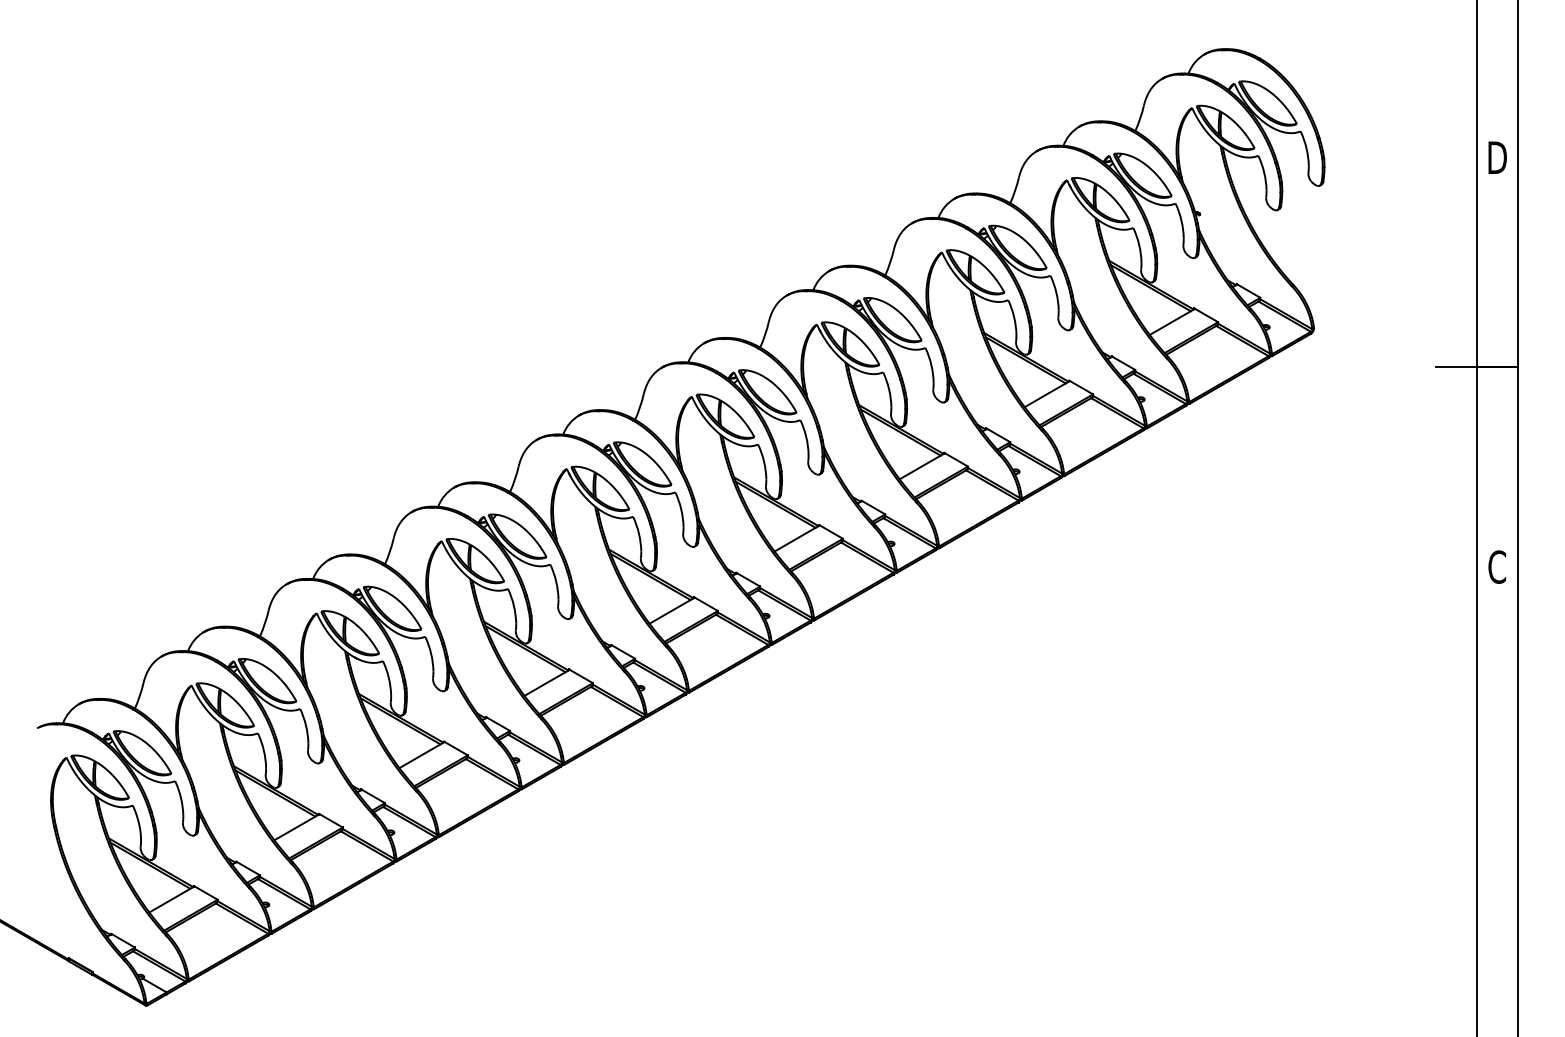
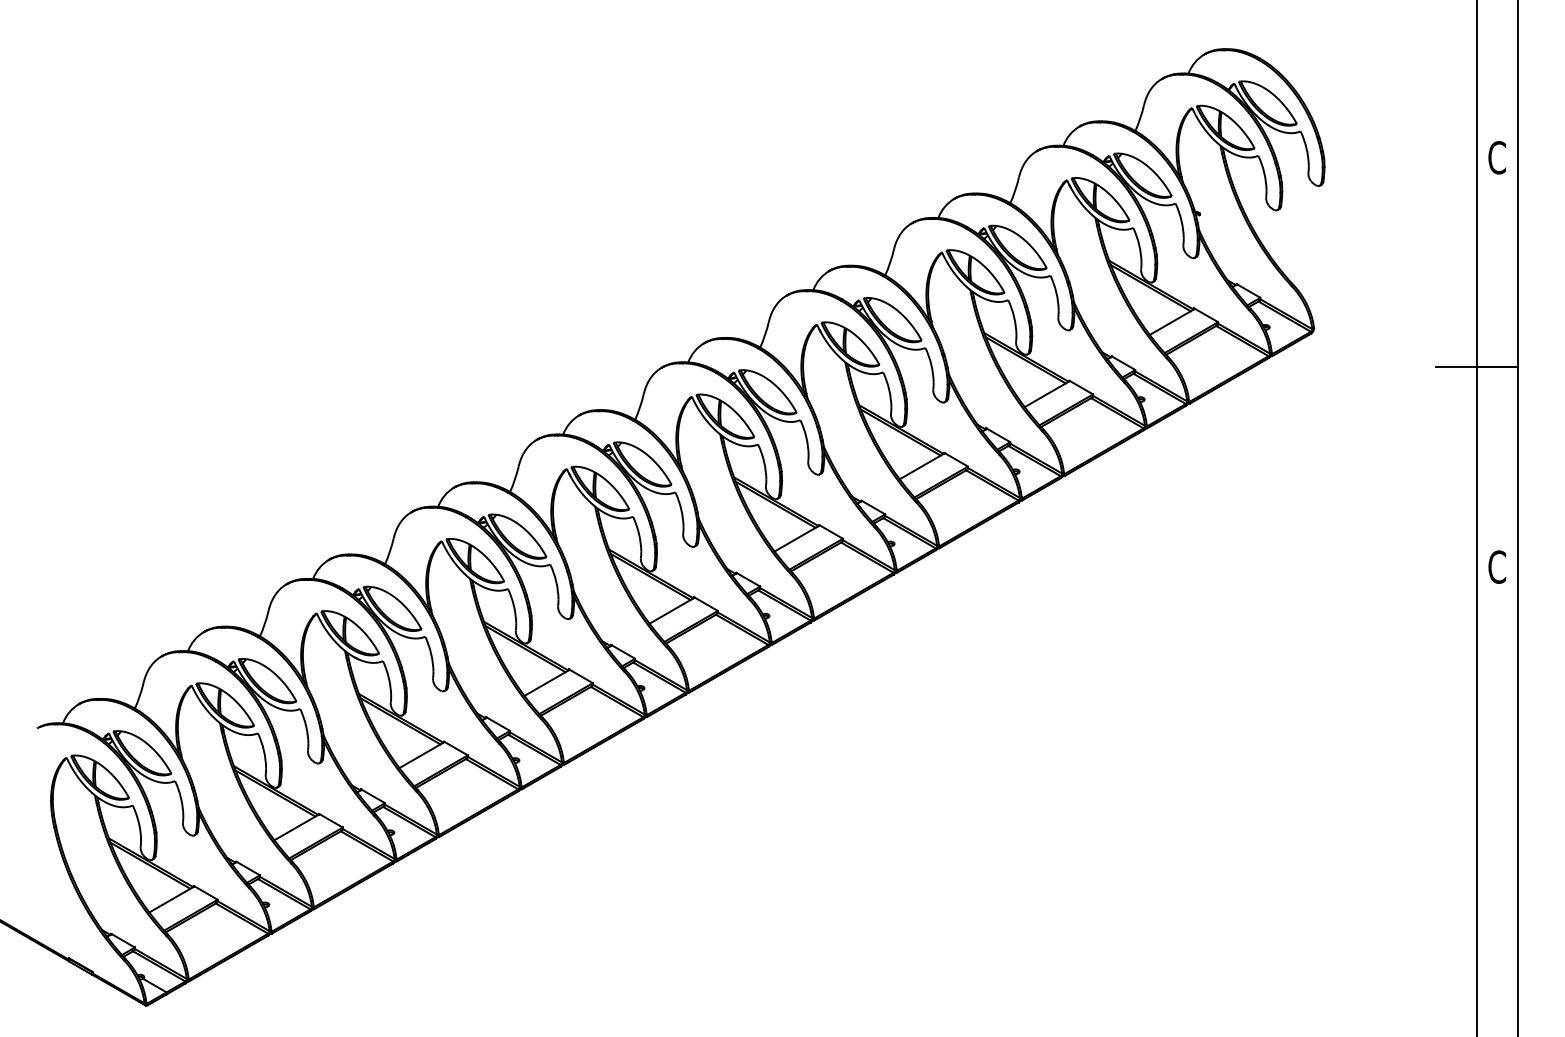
text at (1497, 157): D -> C
